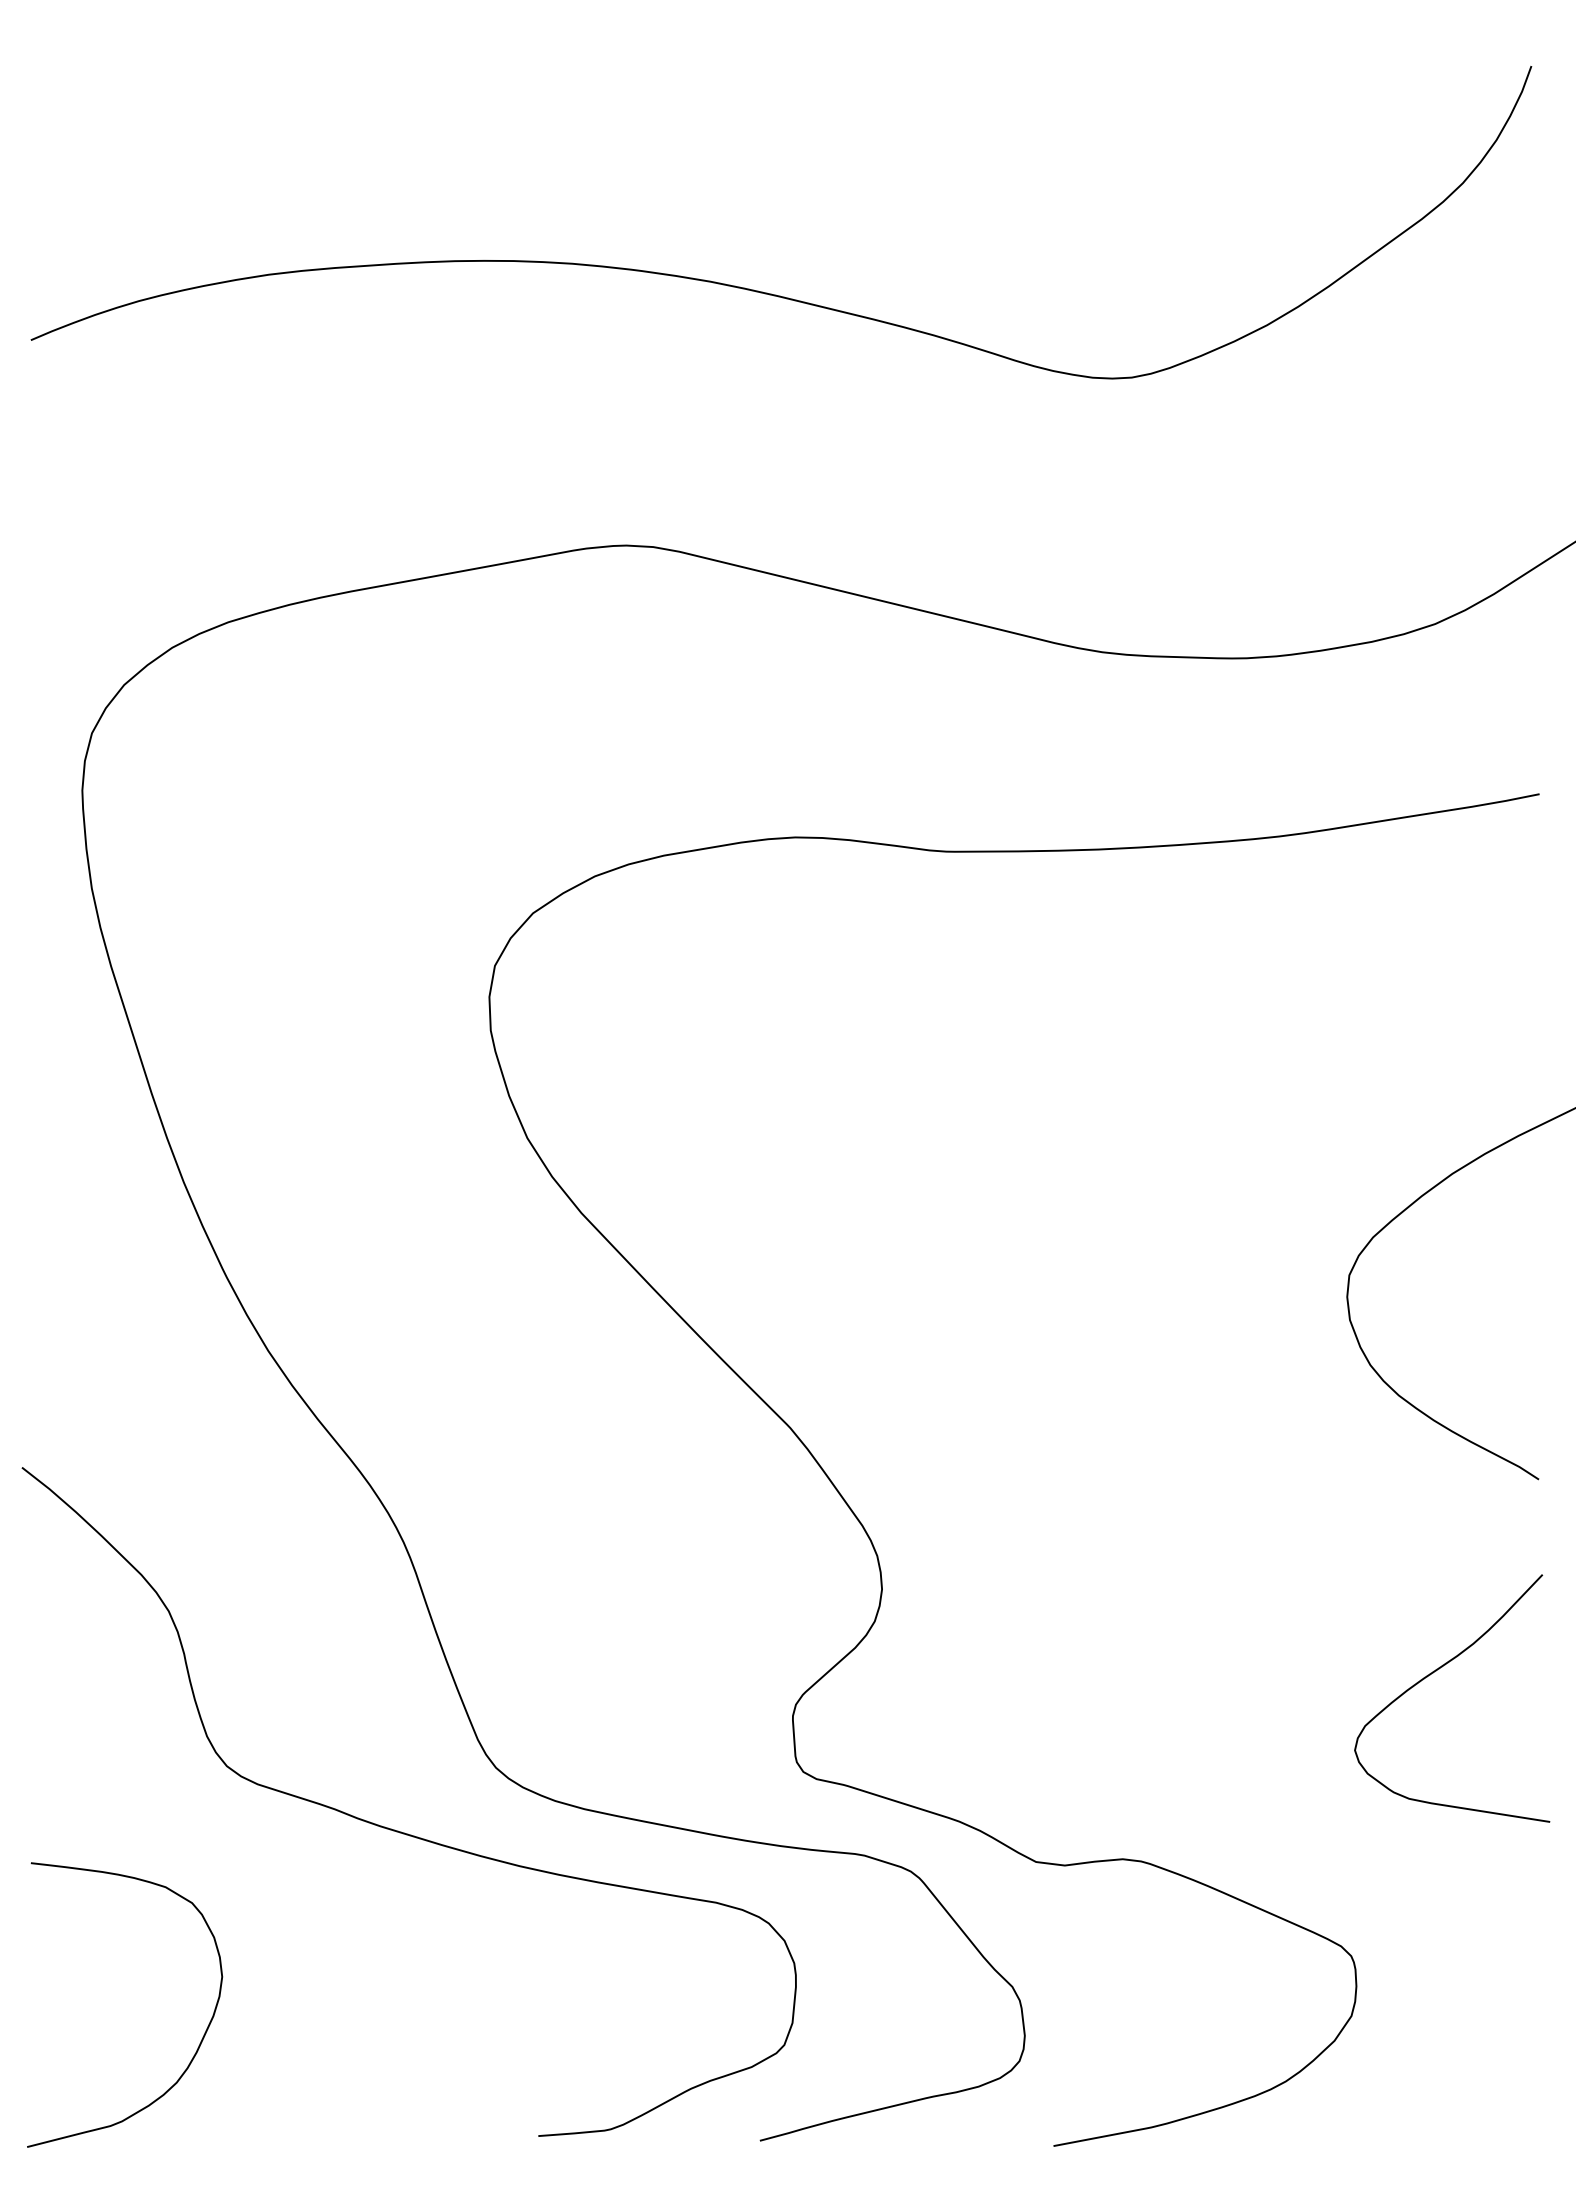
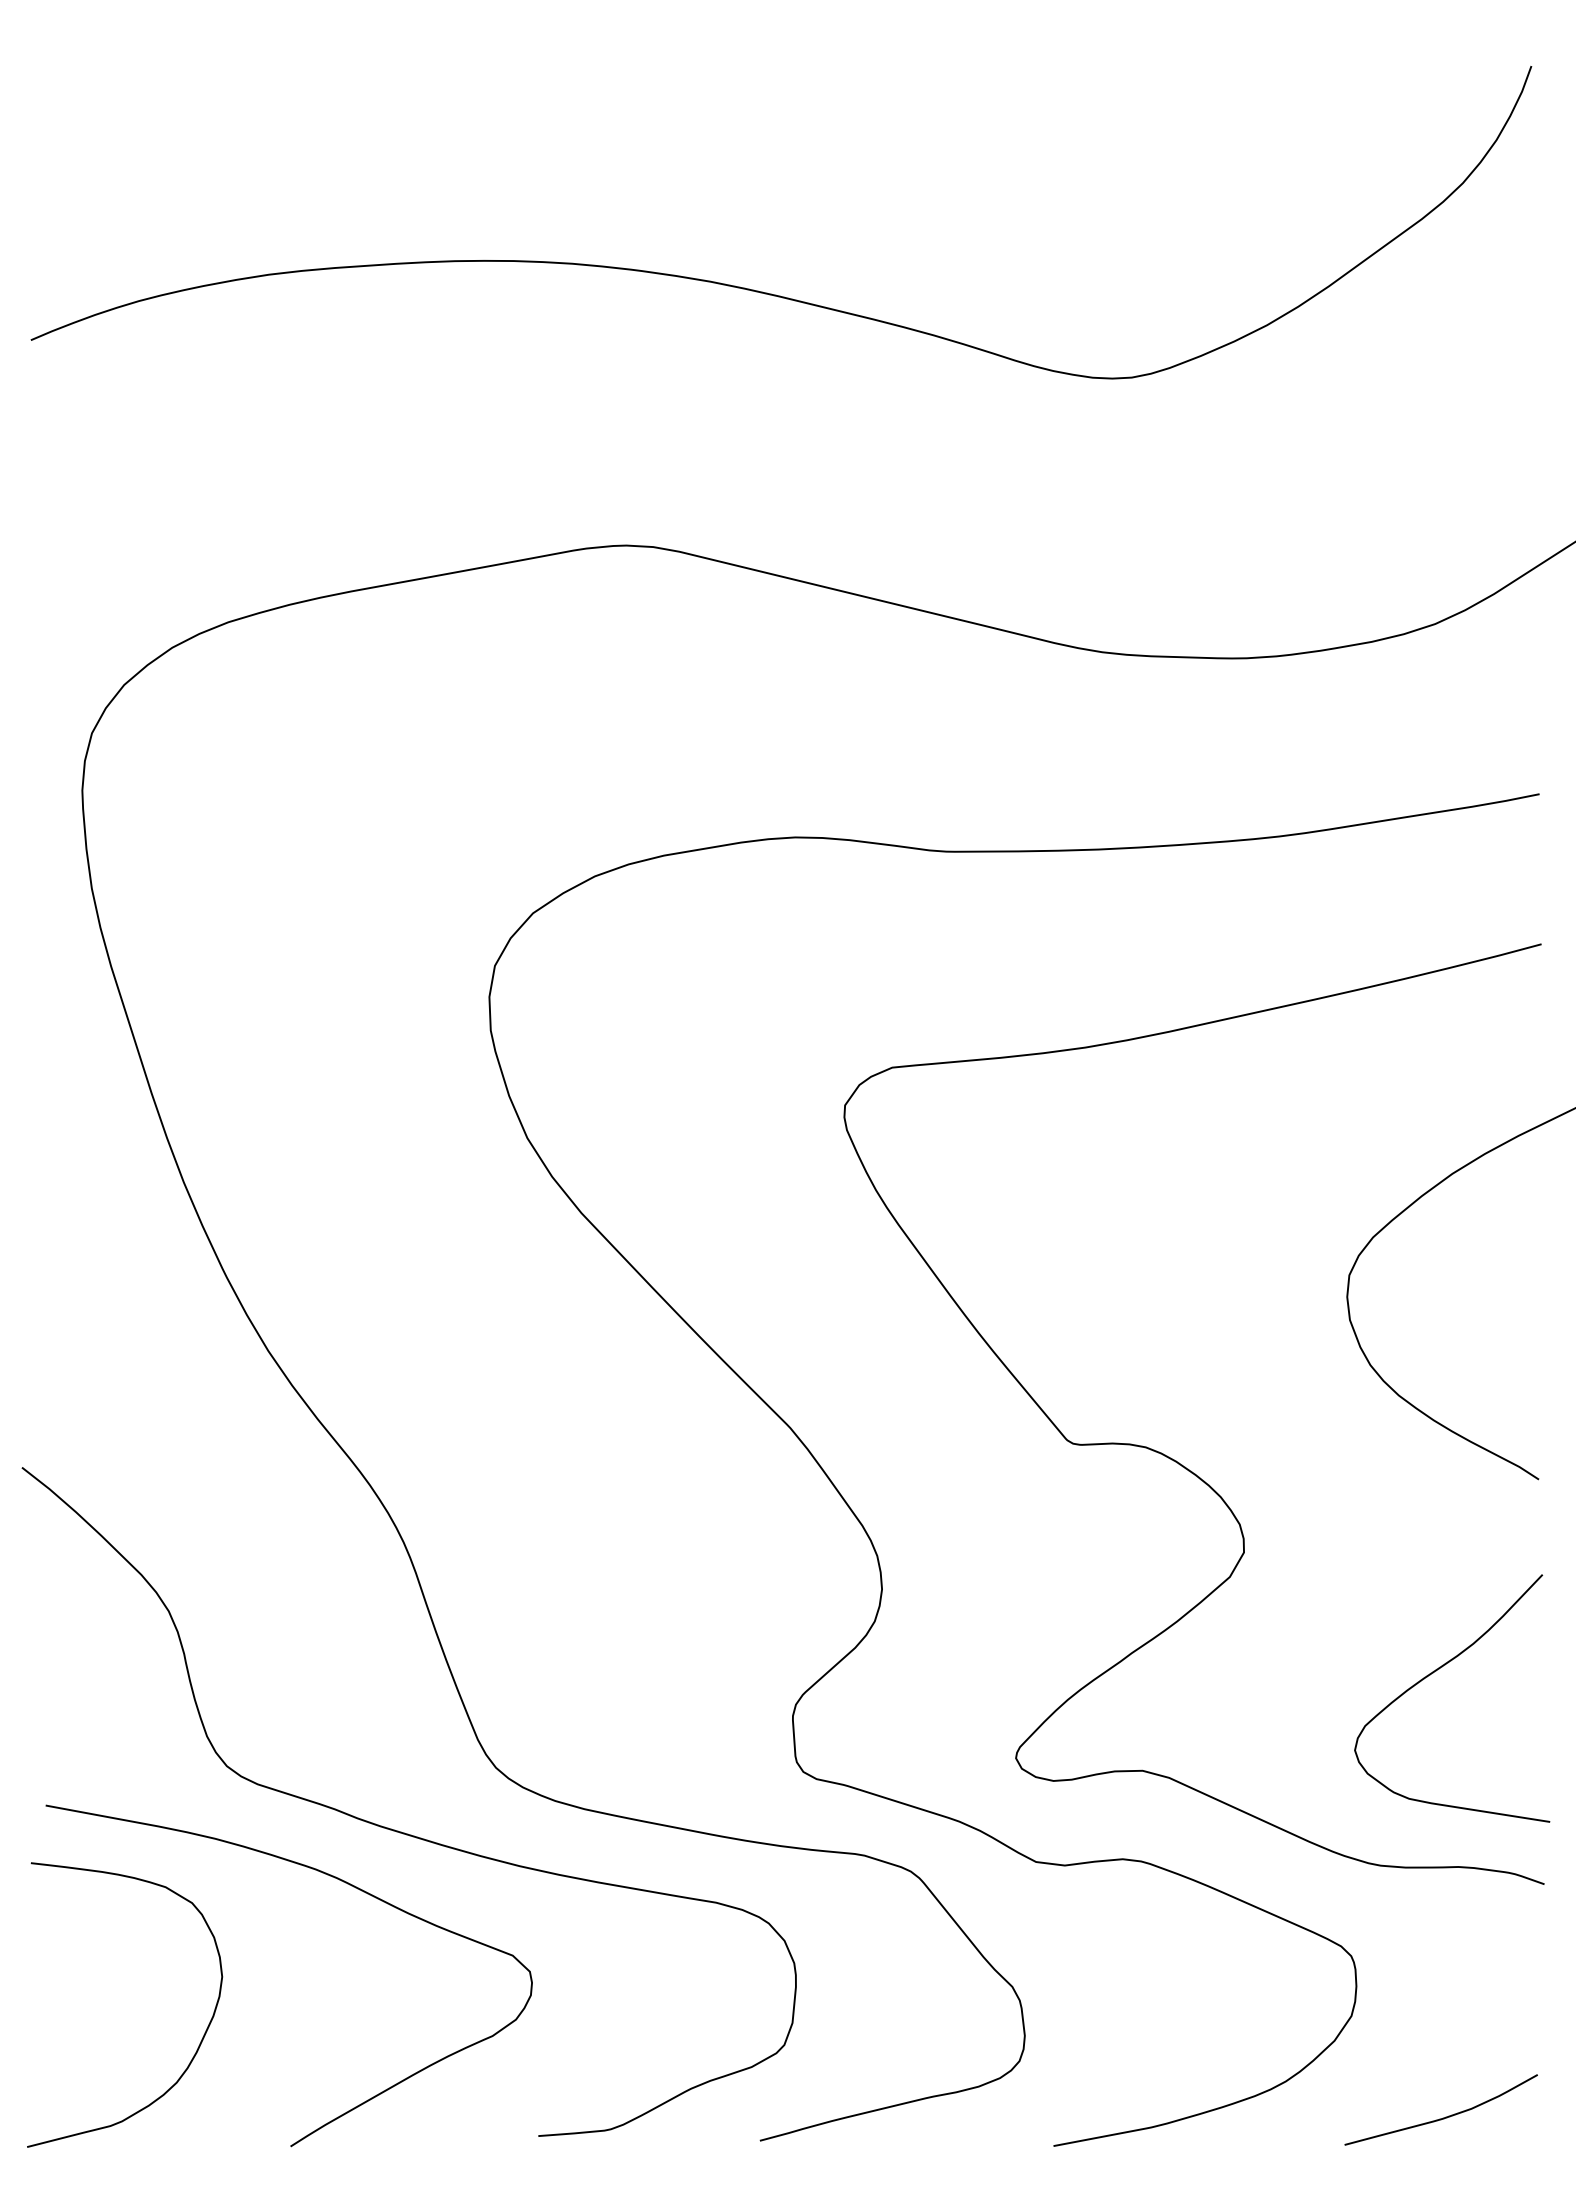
curve at (1169, 1456): none -> present
curve at (327, 1875): none -> present
curve at (1443, 2117): none -> present
